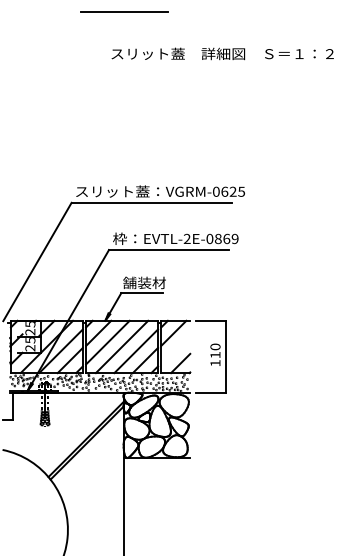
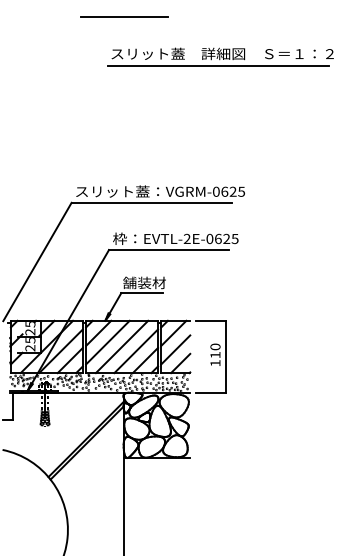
line at (124, 11) position: (124, 11) -> (124, 16)
line at (218, 65): none -> present
text at (226, 238): EVTL-2E-0869 -> EVTL-2E-0625
line at (175, 349): none -> present
